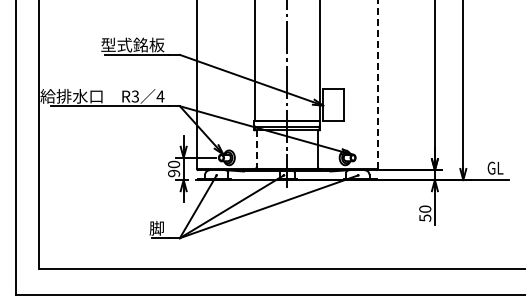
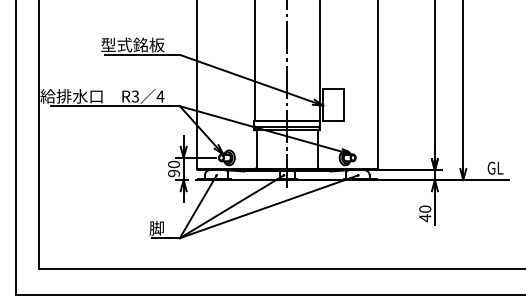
line at (377, 84): dashed -> solid
line at (256, 148): dashed -> solid
text at (425, 218): 50 -> 40
